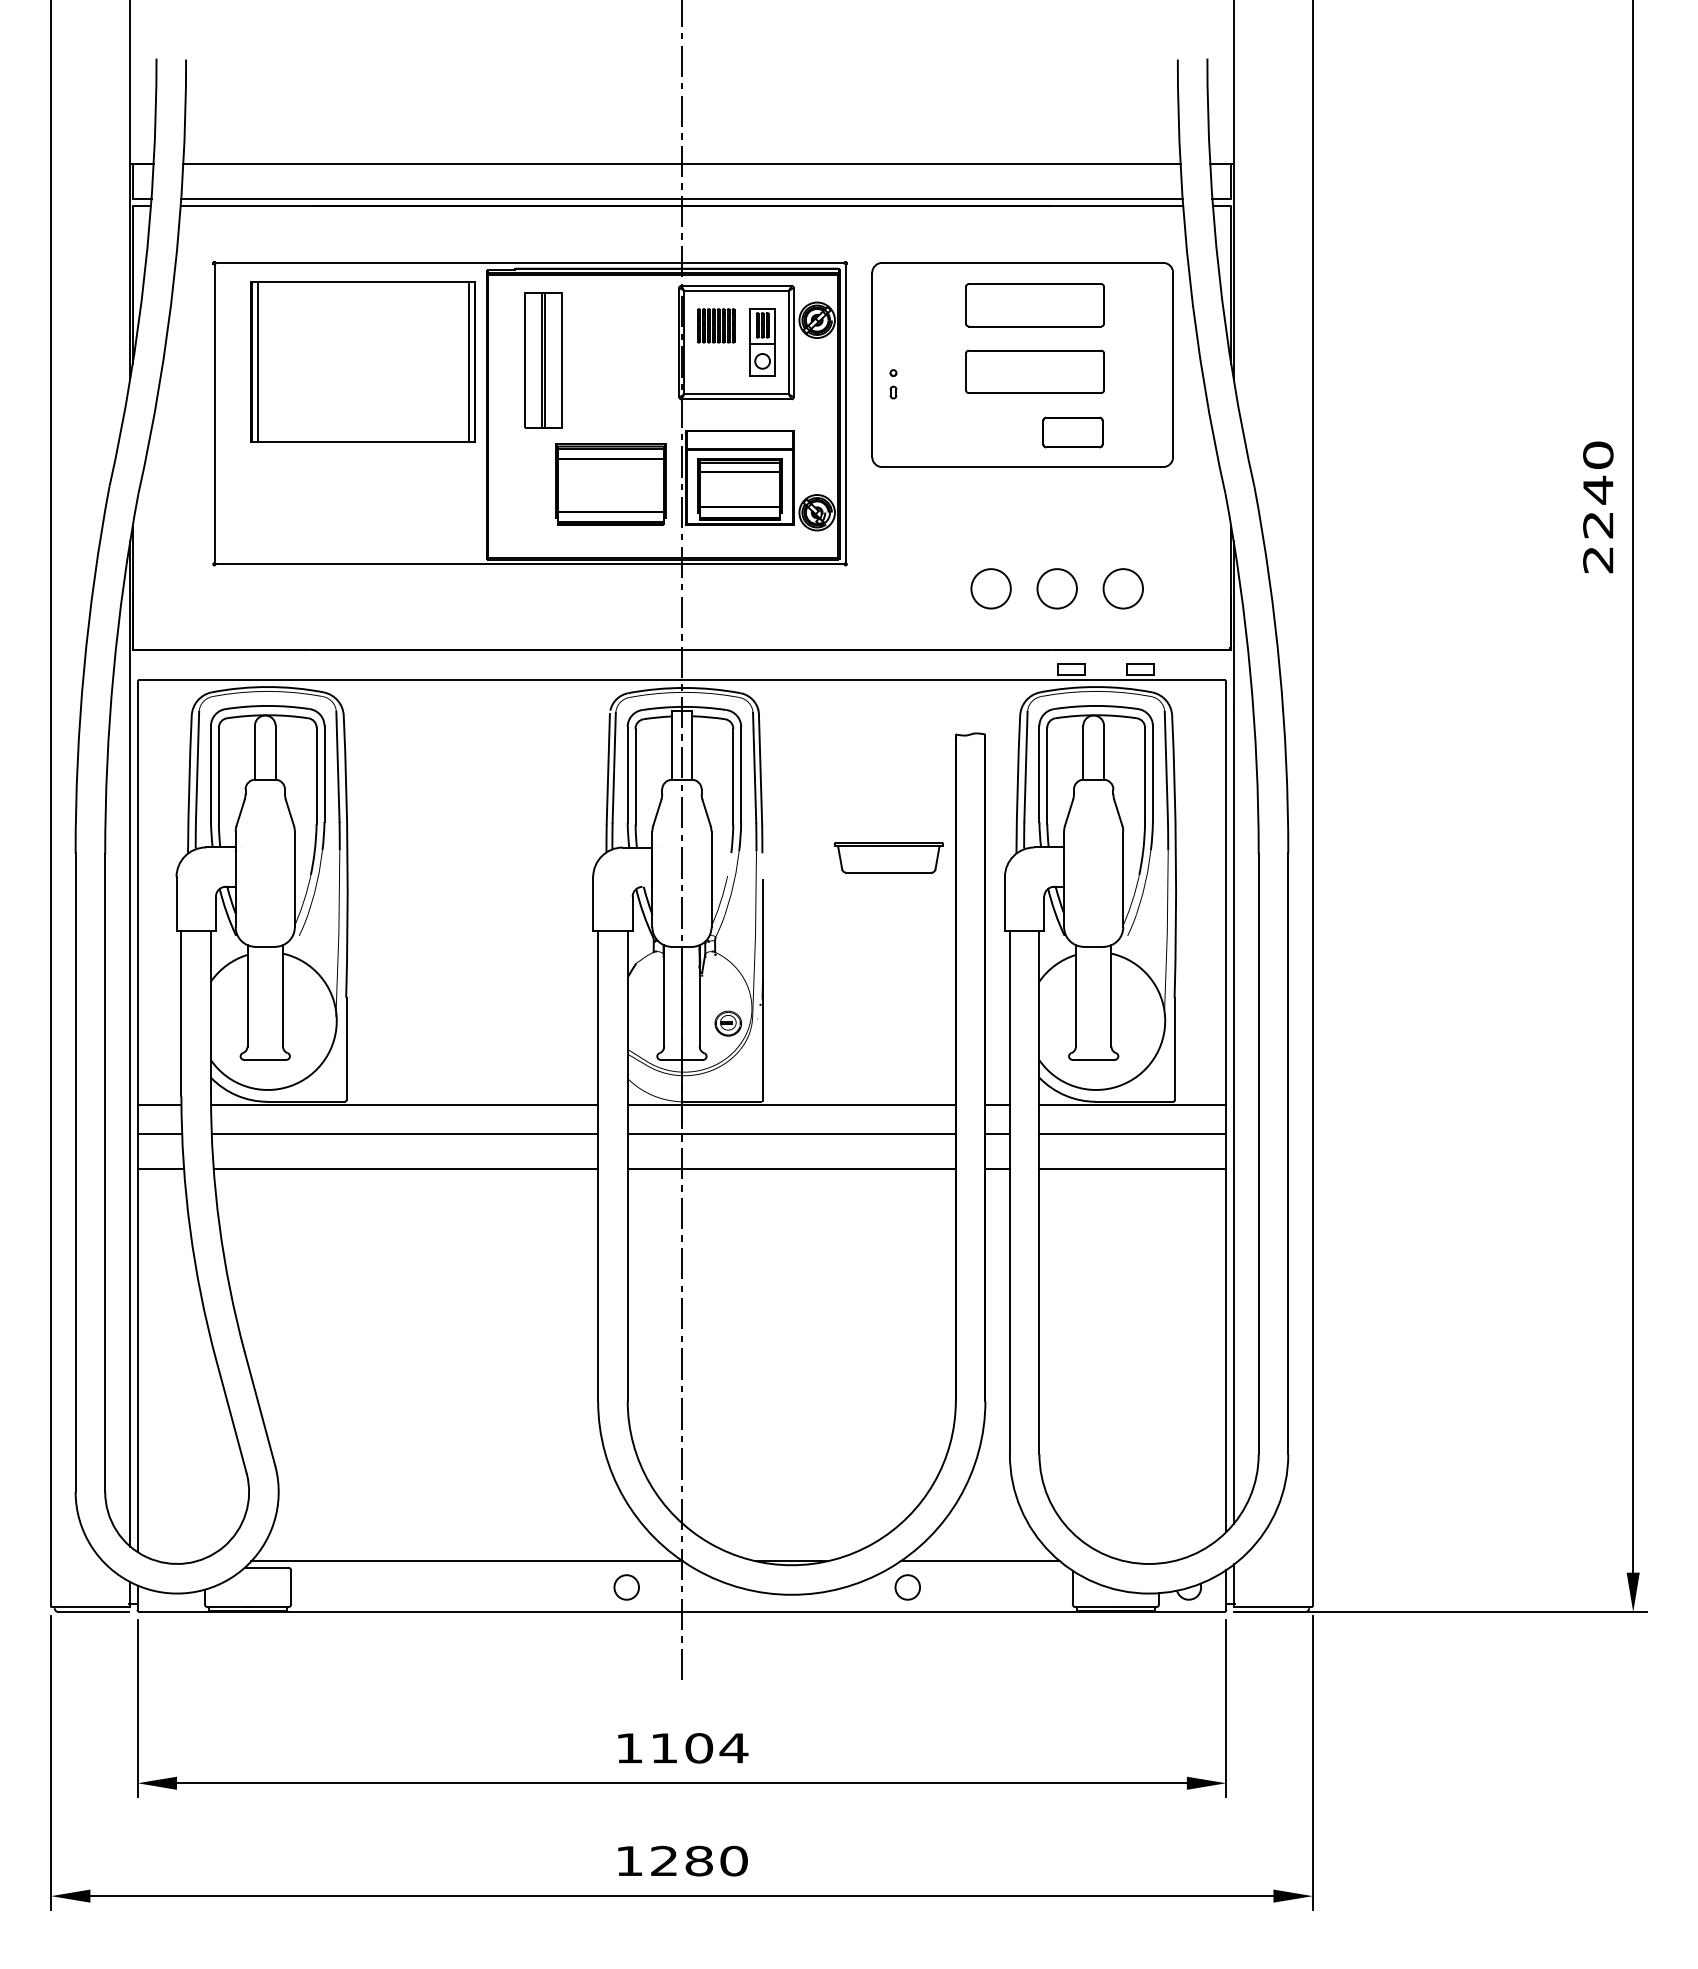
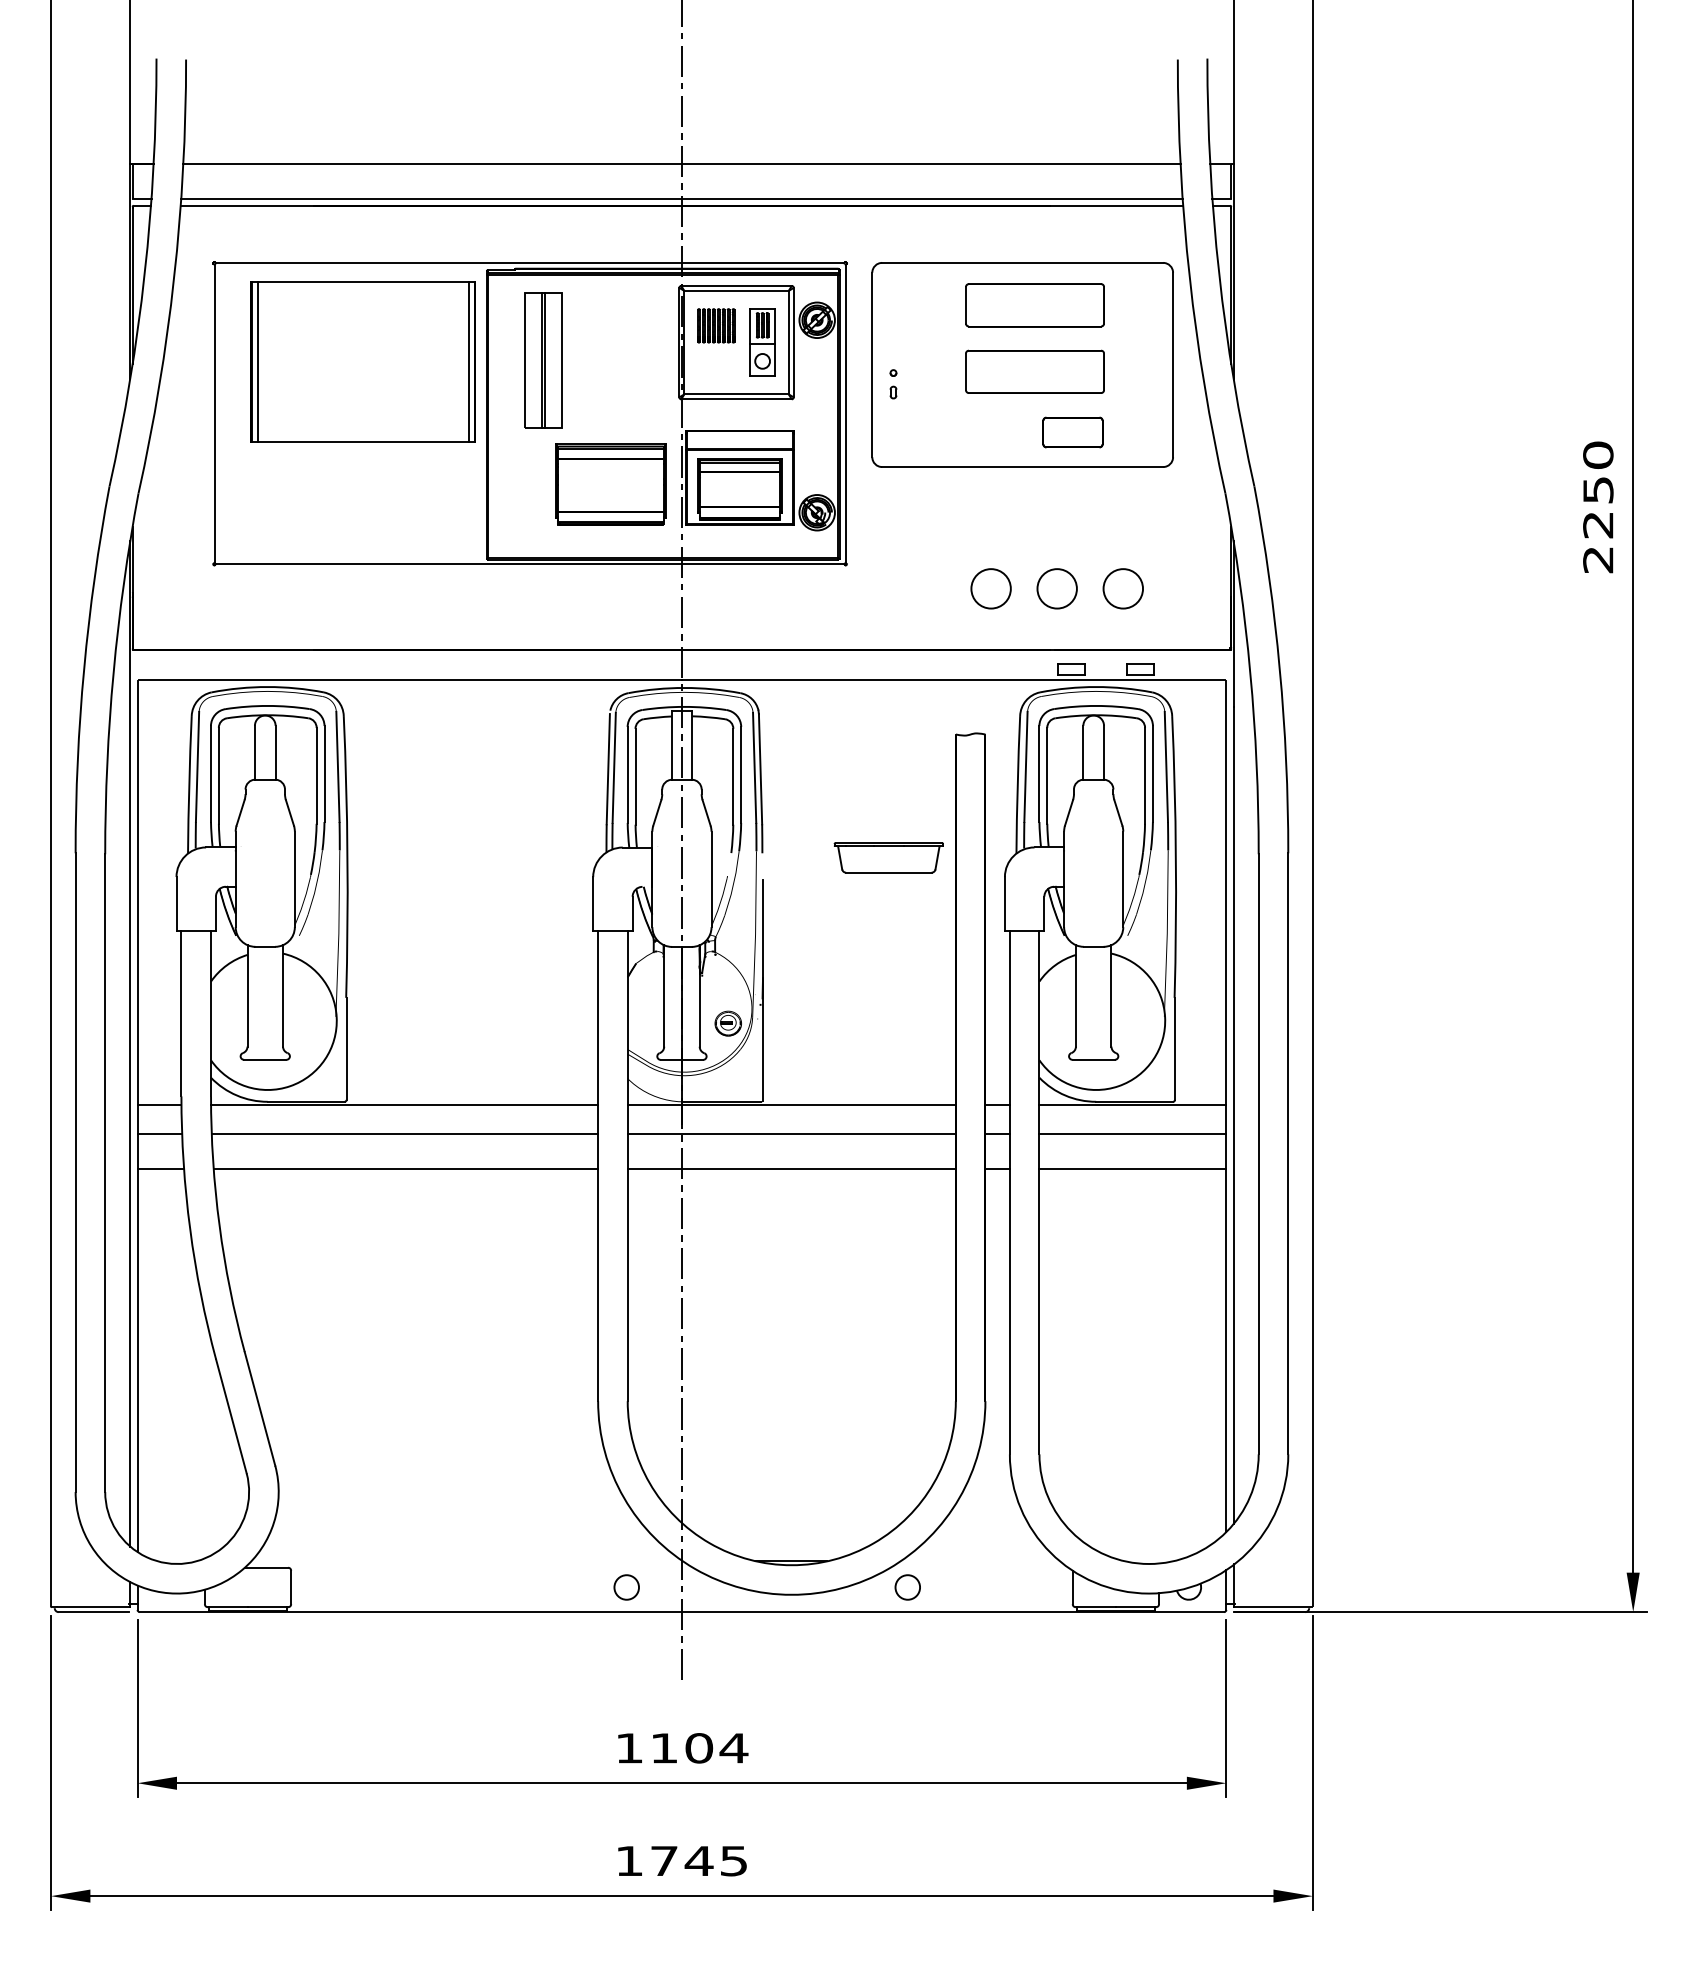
text at (1598, 489): 2240 -> 2250
line at (466, 1561): present -> none
line at (980, 1561): present -> none
text at (699, 1860): 1280 -> 1745
